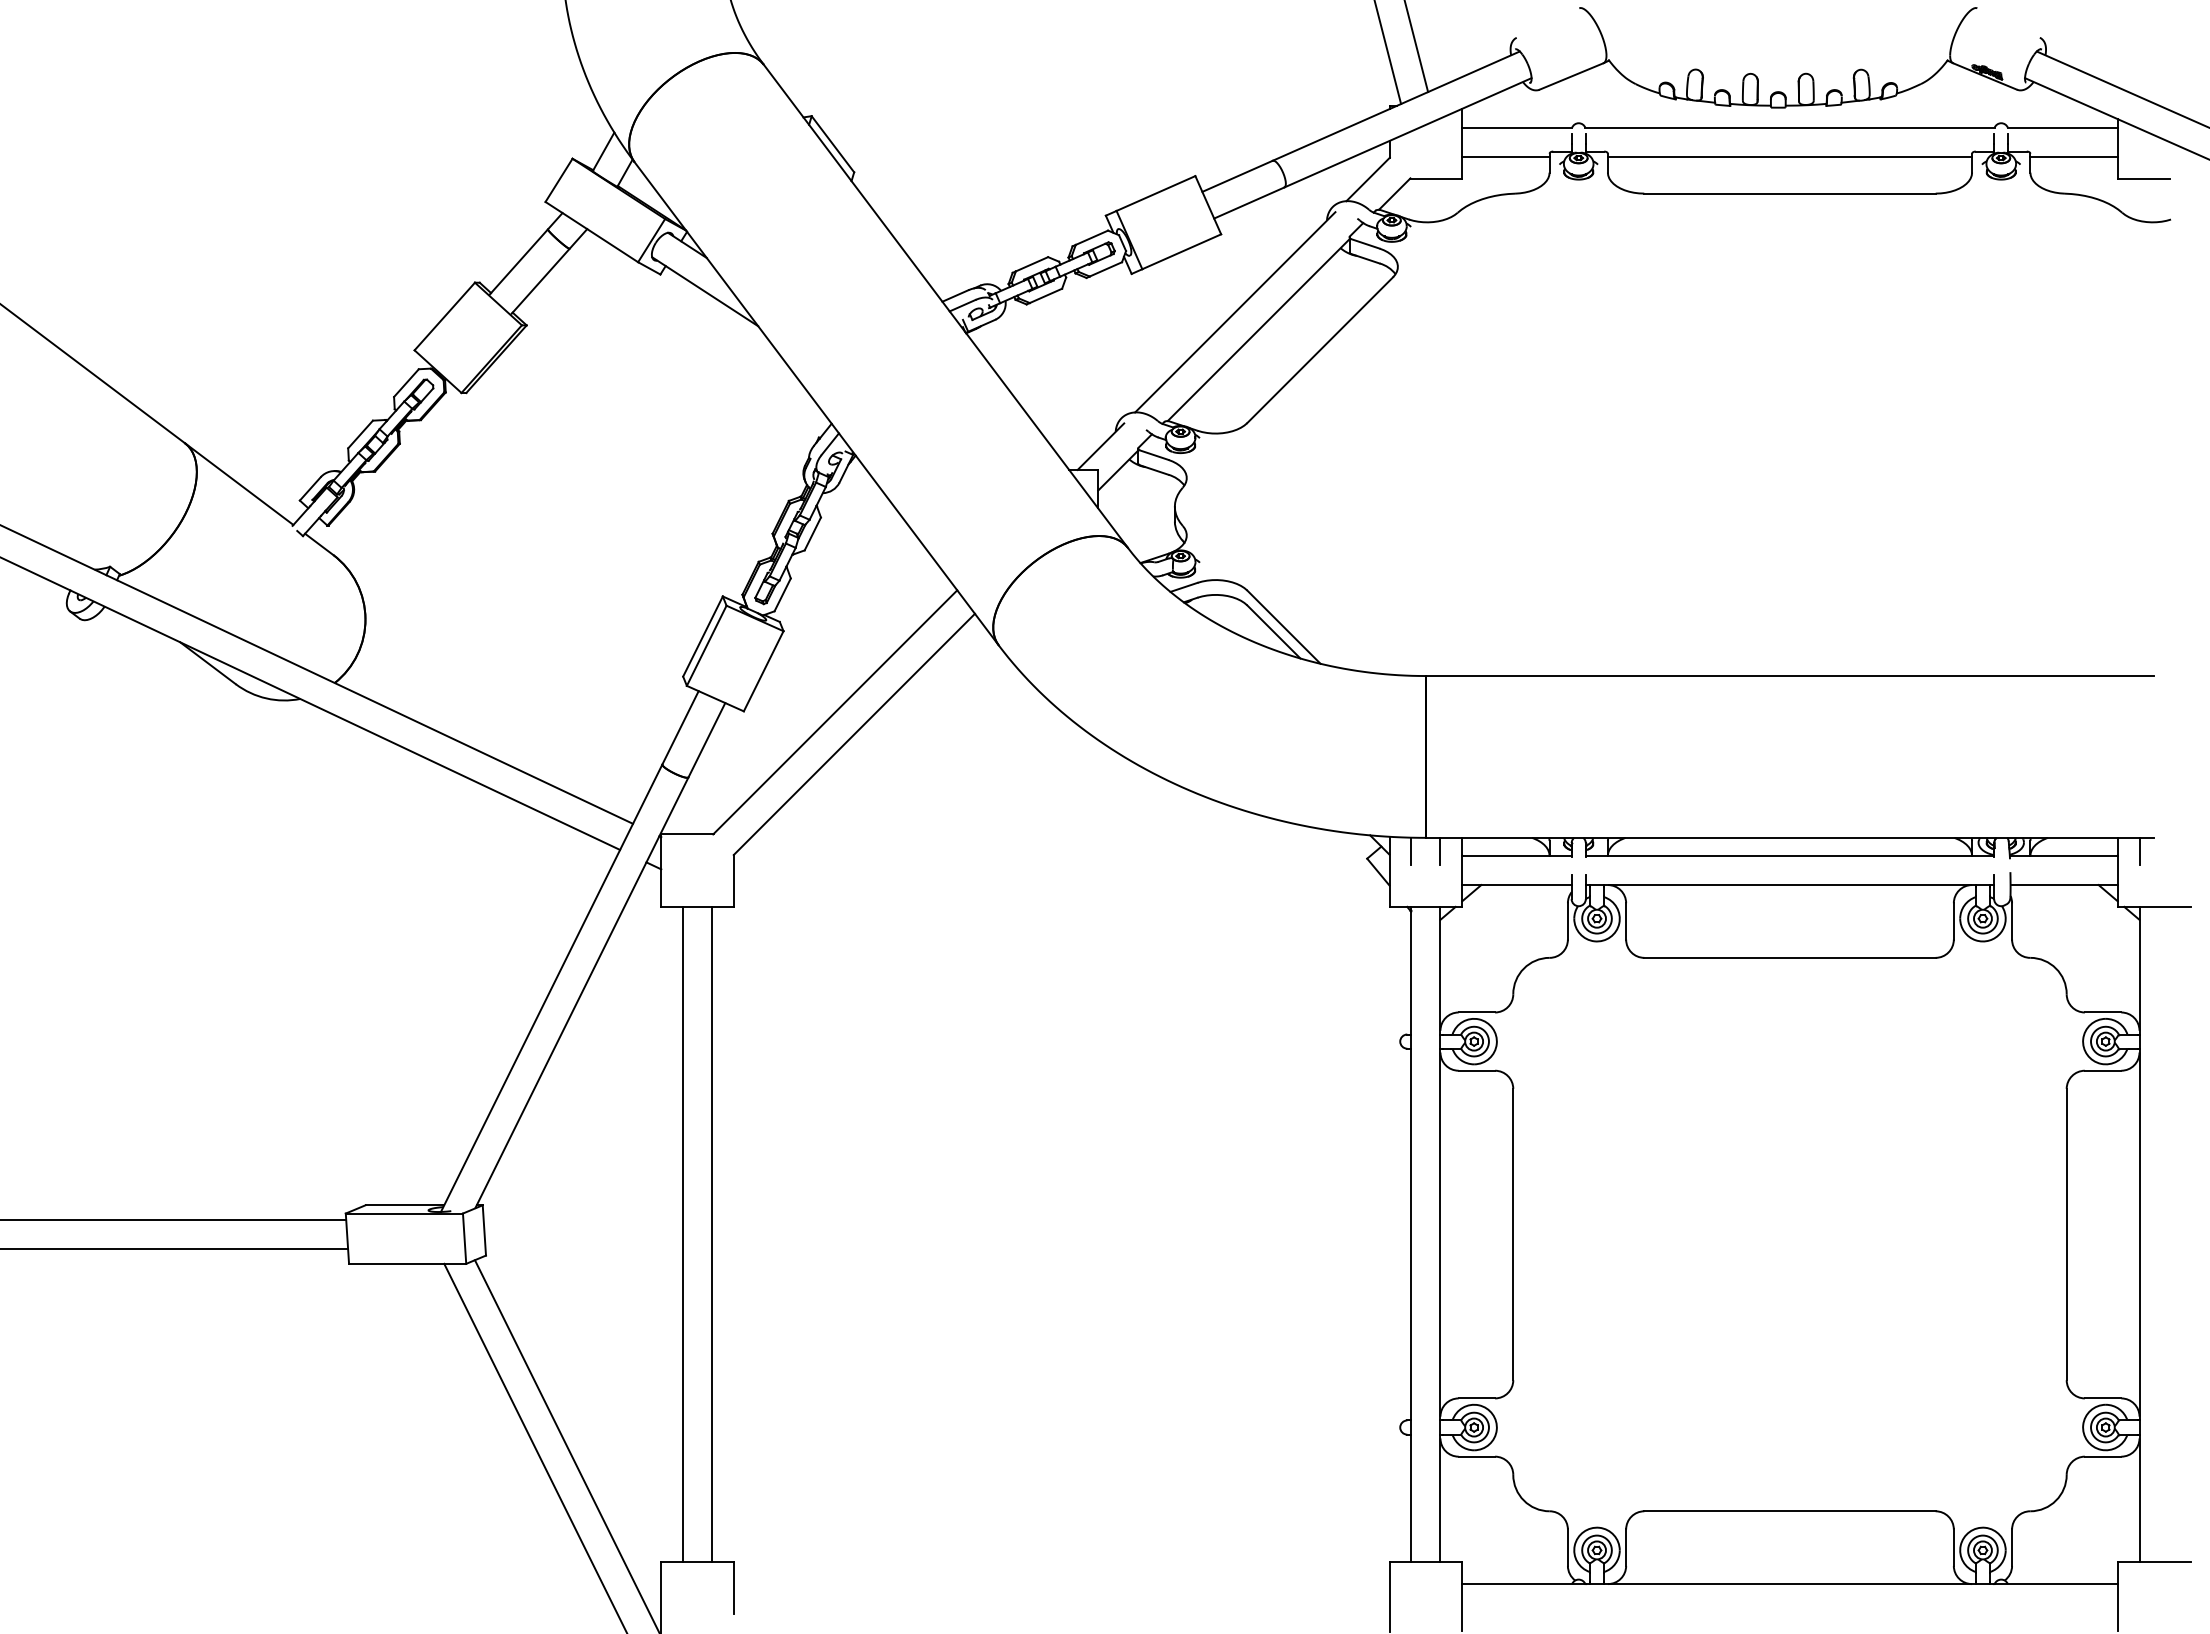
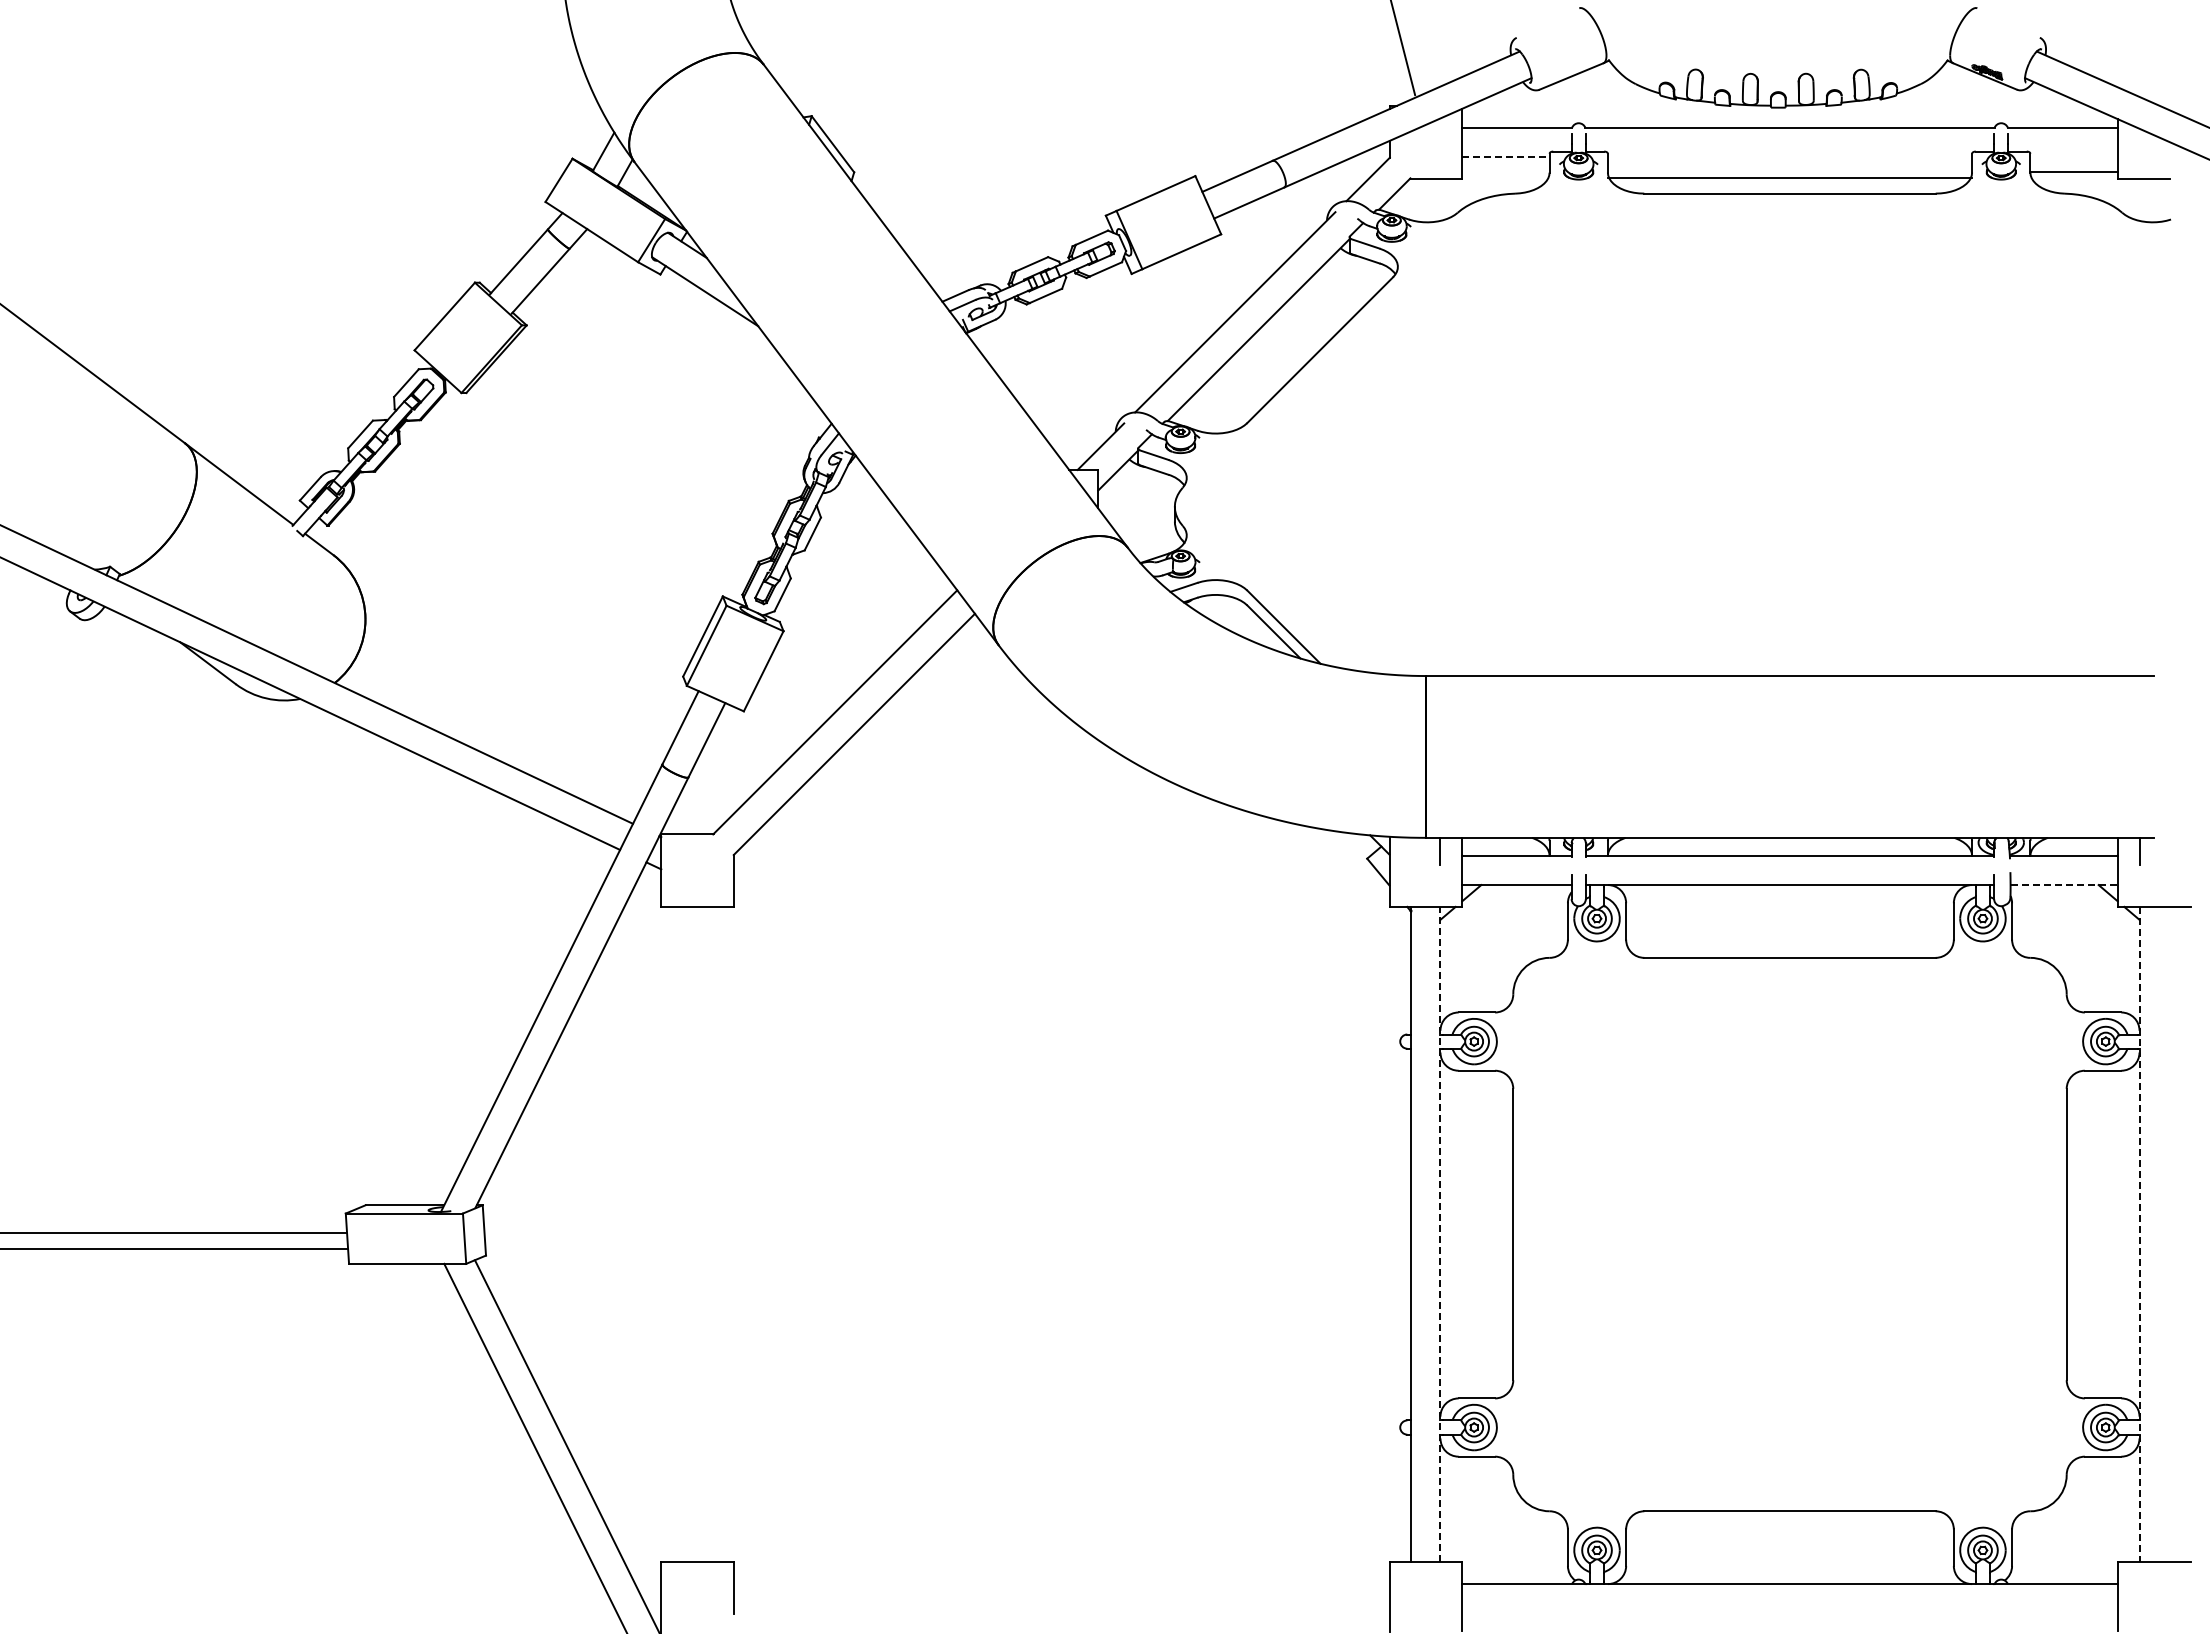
line at (1416, 47) position: (1416, 47) -> (1403, 48)
line at (1388, 53): present -> none
line at (1505, 156): solid -> dashed
line at (1789, 156) position: (1789, 156) -> (1789, 177)
line at (2073, 156) position: (2073, 156) -> (2073, 171)
line at (1411, 850): present -> none
line at (2064, 885): solid -> dashed
line at (174, 1220) position: (174, 1220) -> (174, 1233)
line at (683, 1234): present -> none
line at (712, 1234): present -> none
line at (1440, 1234): solid -> dashed
line at (2139, 1234): solid -> dashed
